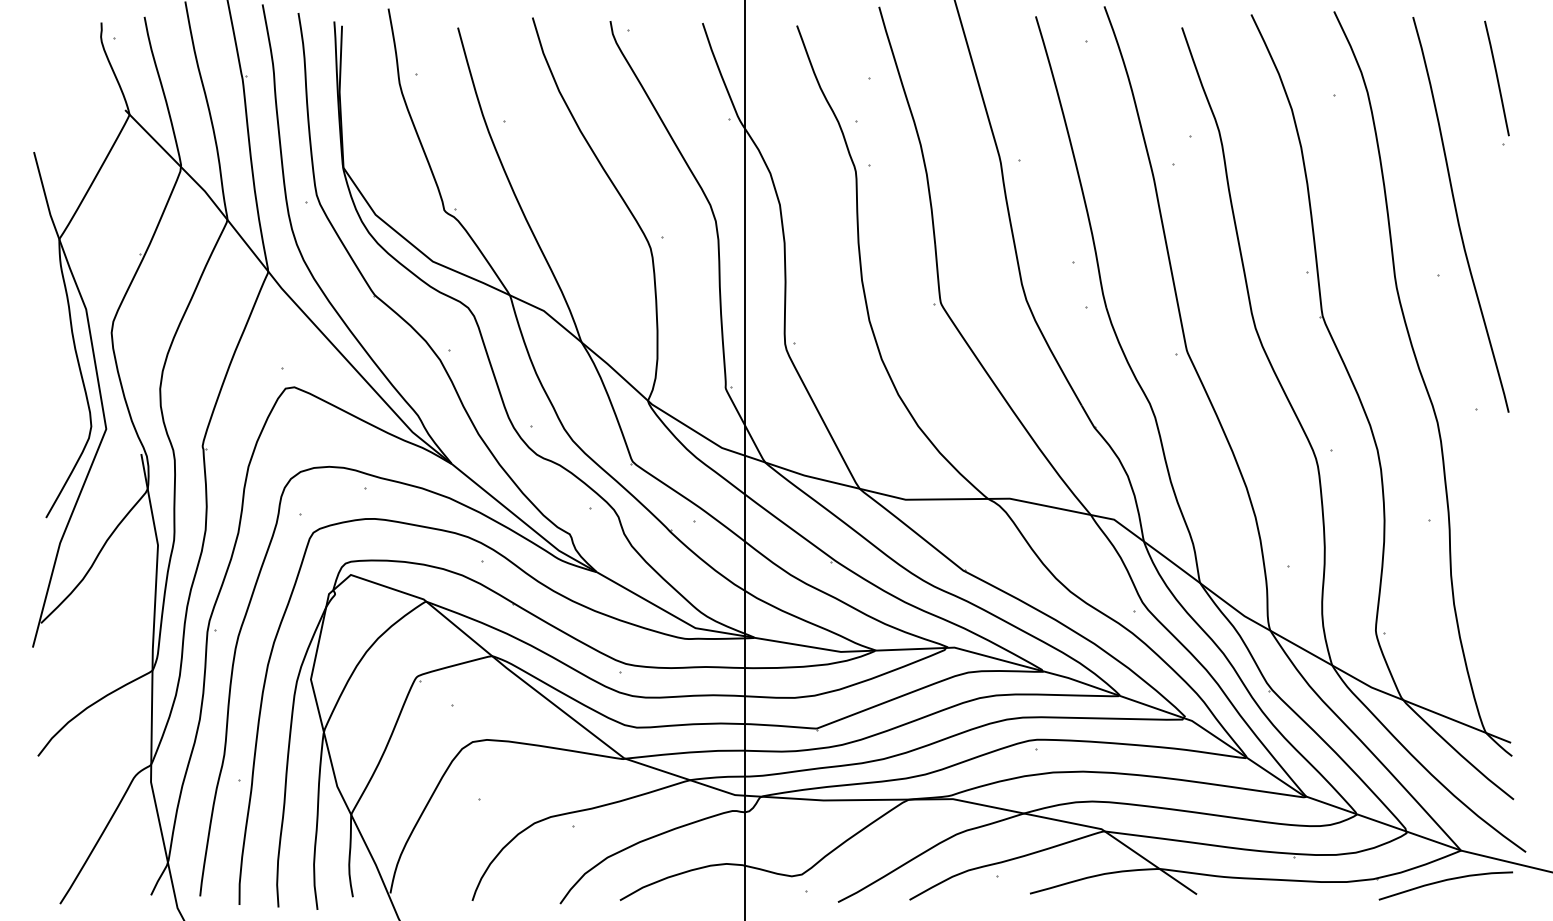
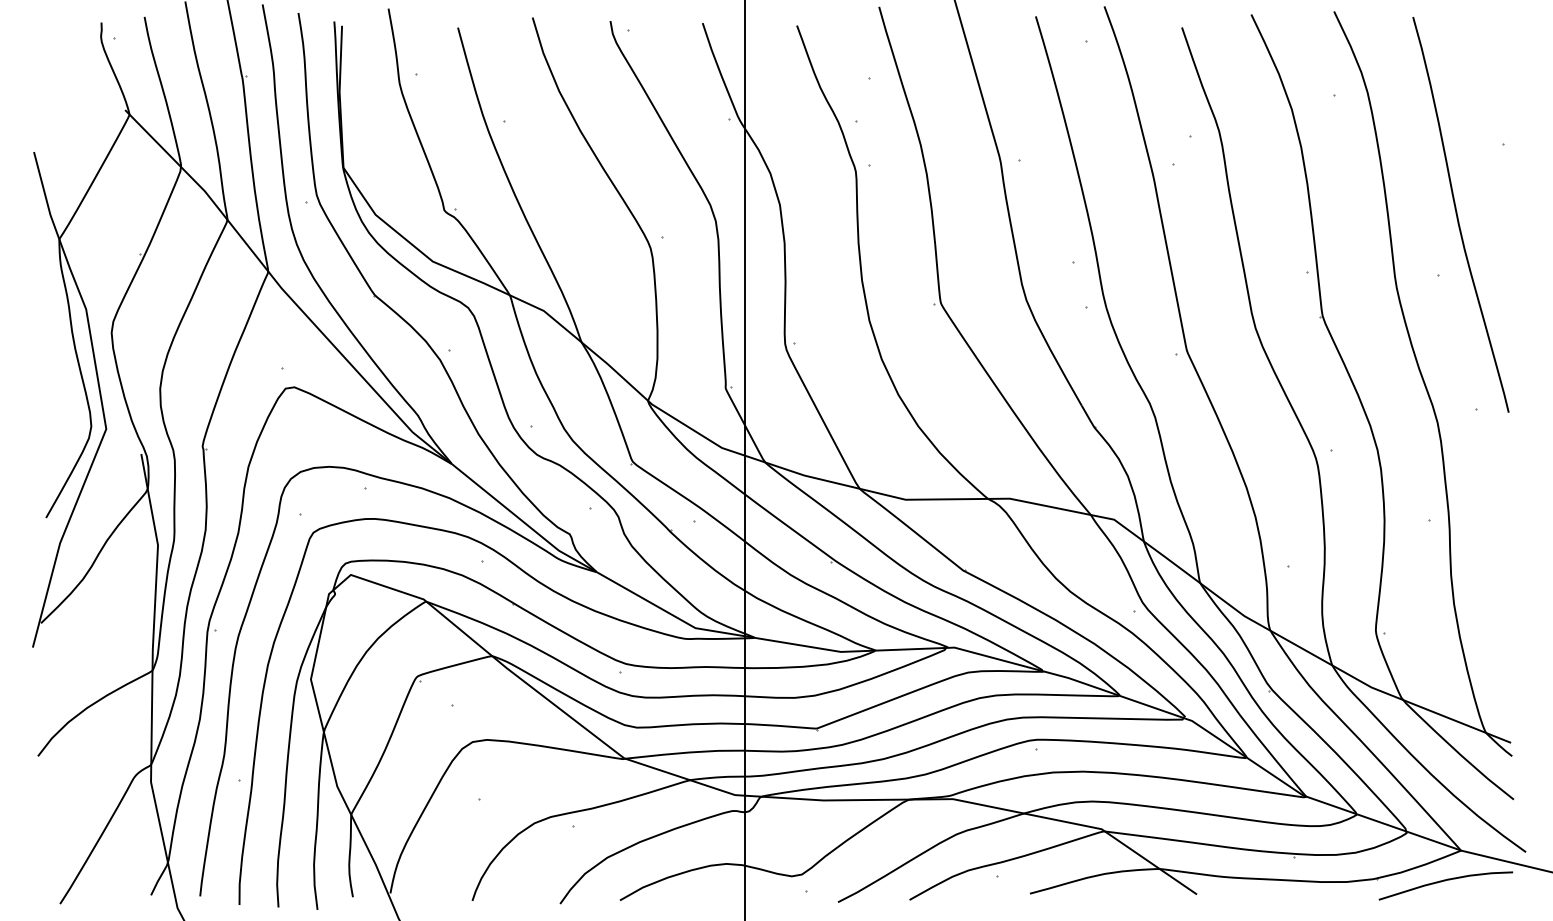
line at (1496, 78): present -> none
